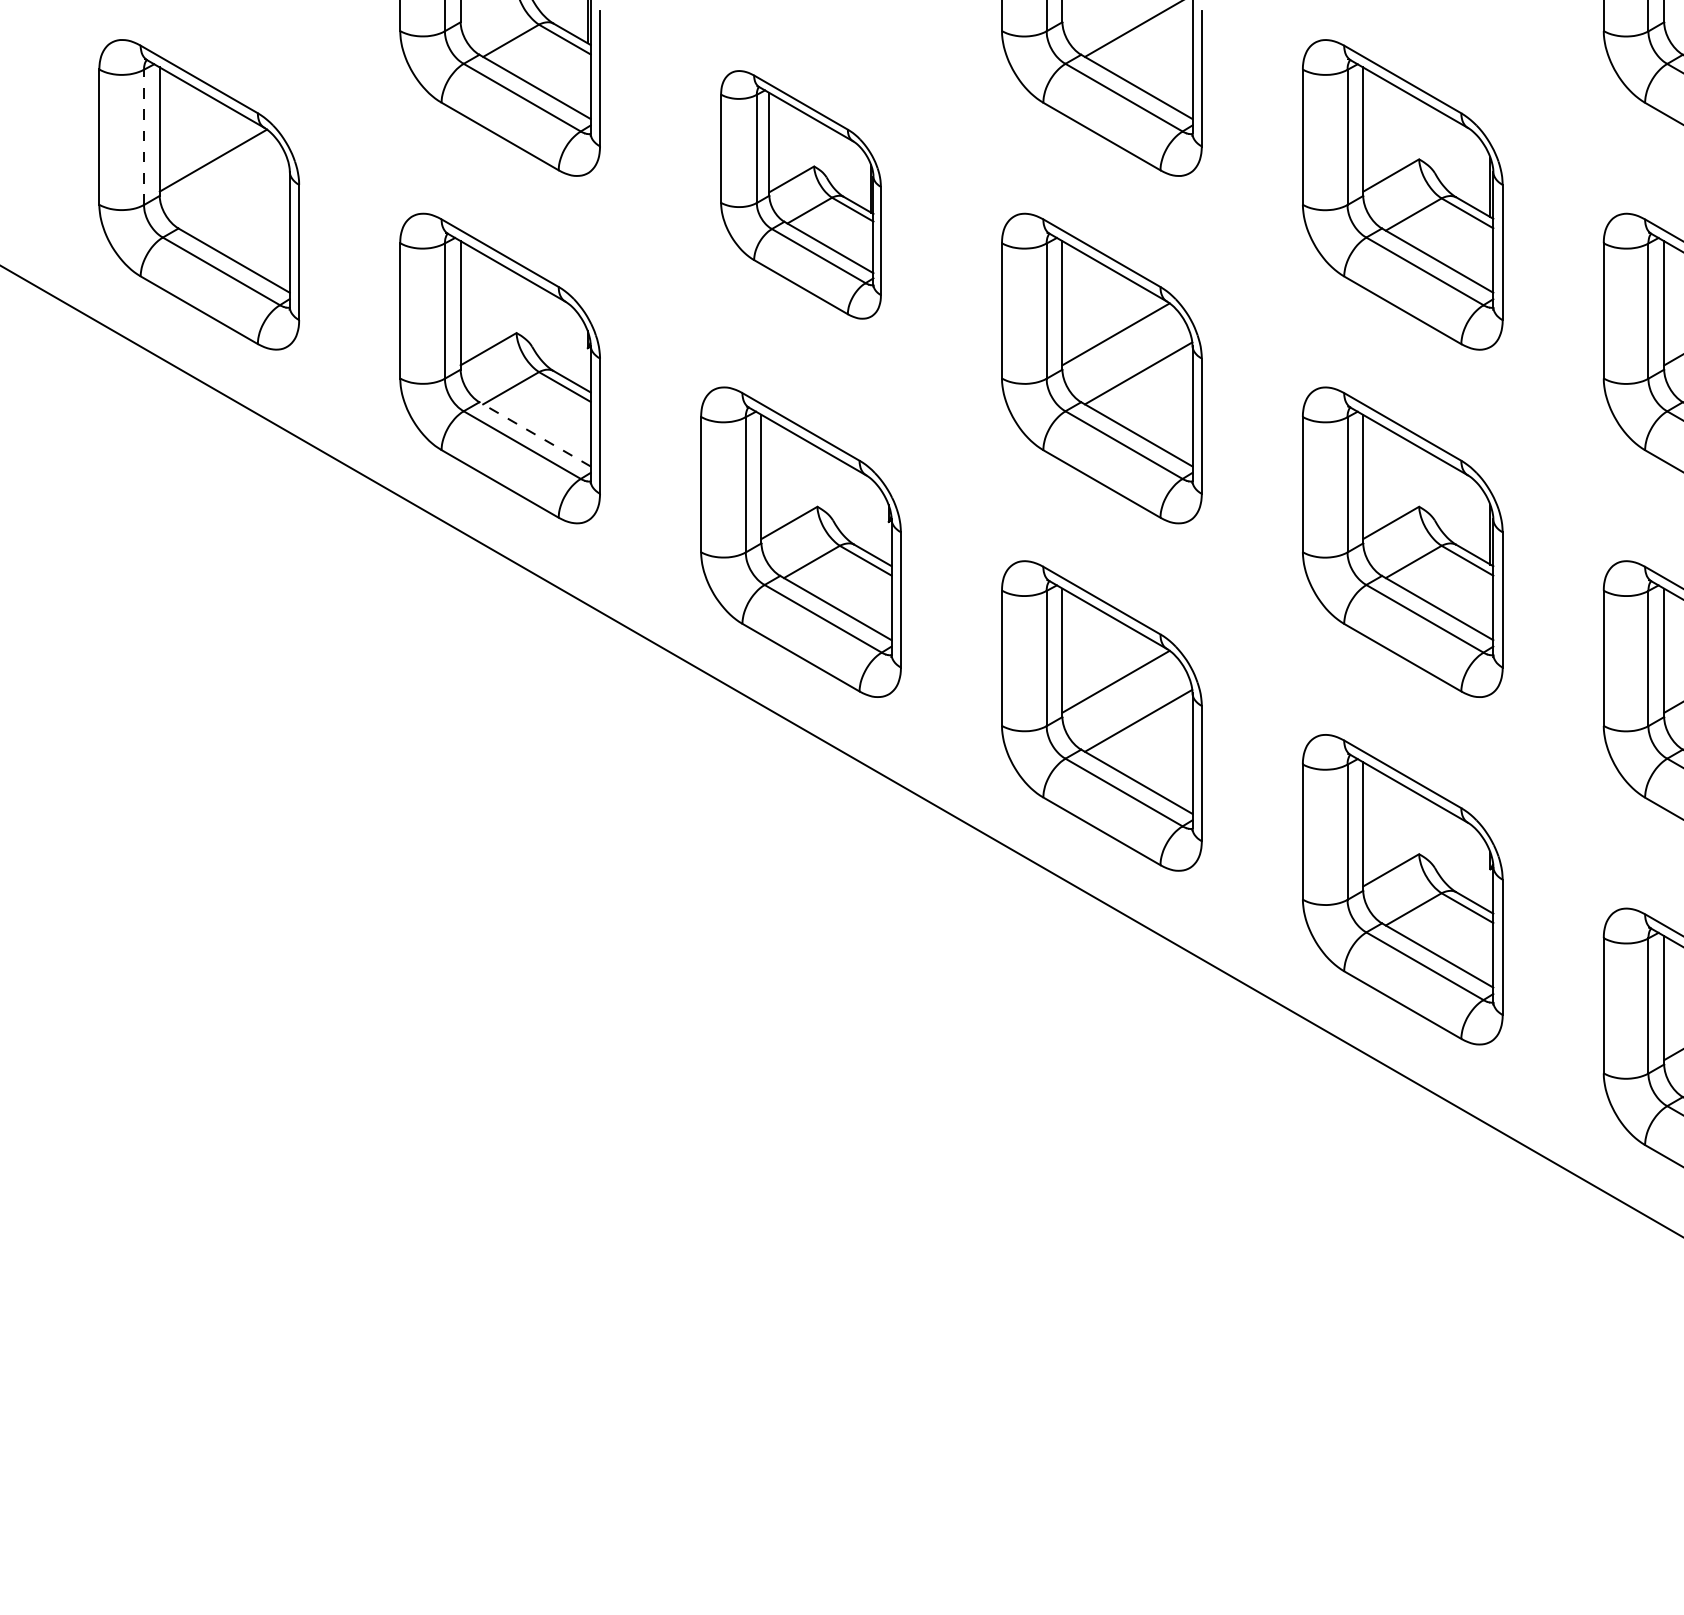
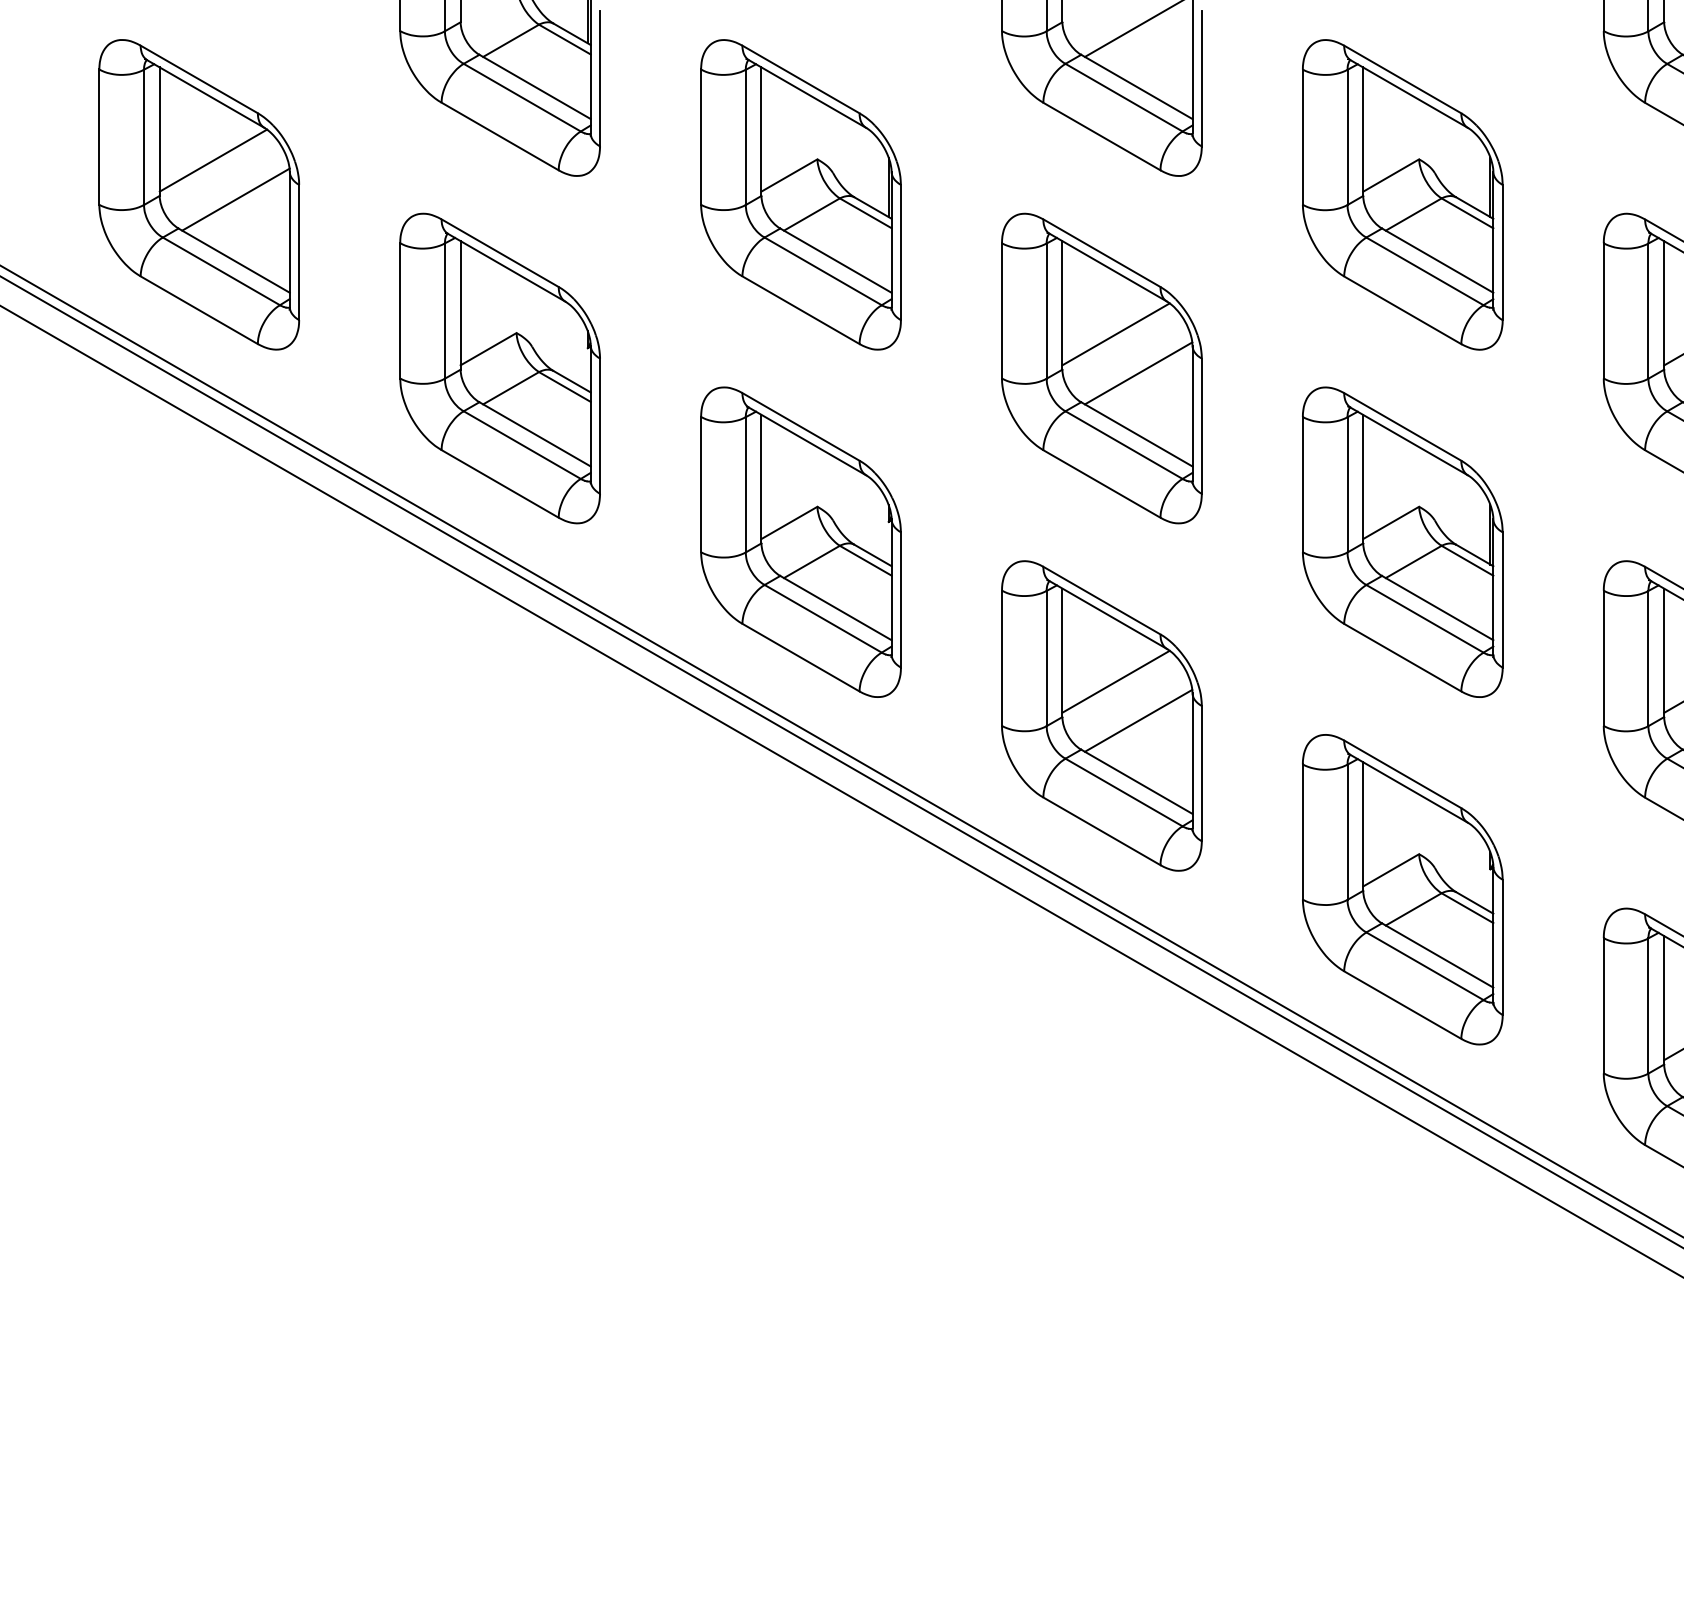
line at (144, 137): dashed -> solid
part at (800, 194) size: 162x250 px -> 202x312 px
line at (235, 199): none -> present
line at (534, 434): dashed -> solid
line at (841, 761): none -> present
line at (841, 791): none -> present
